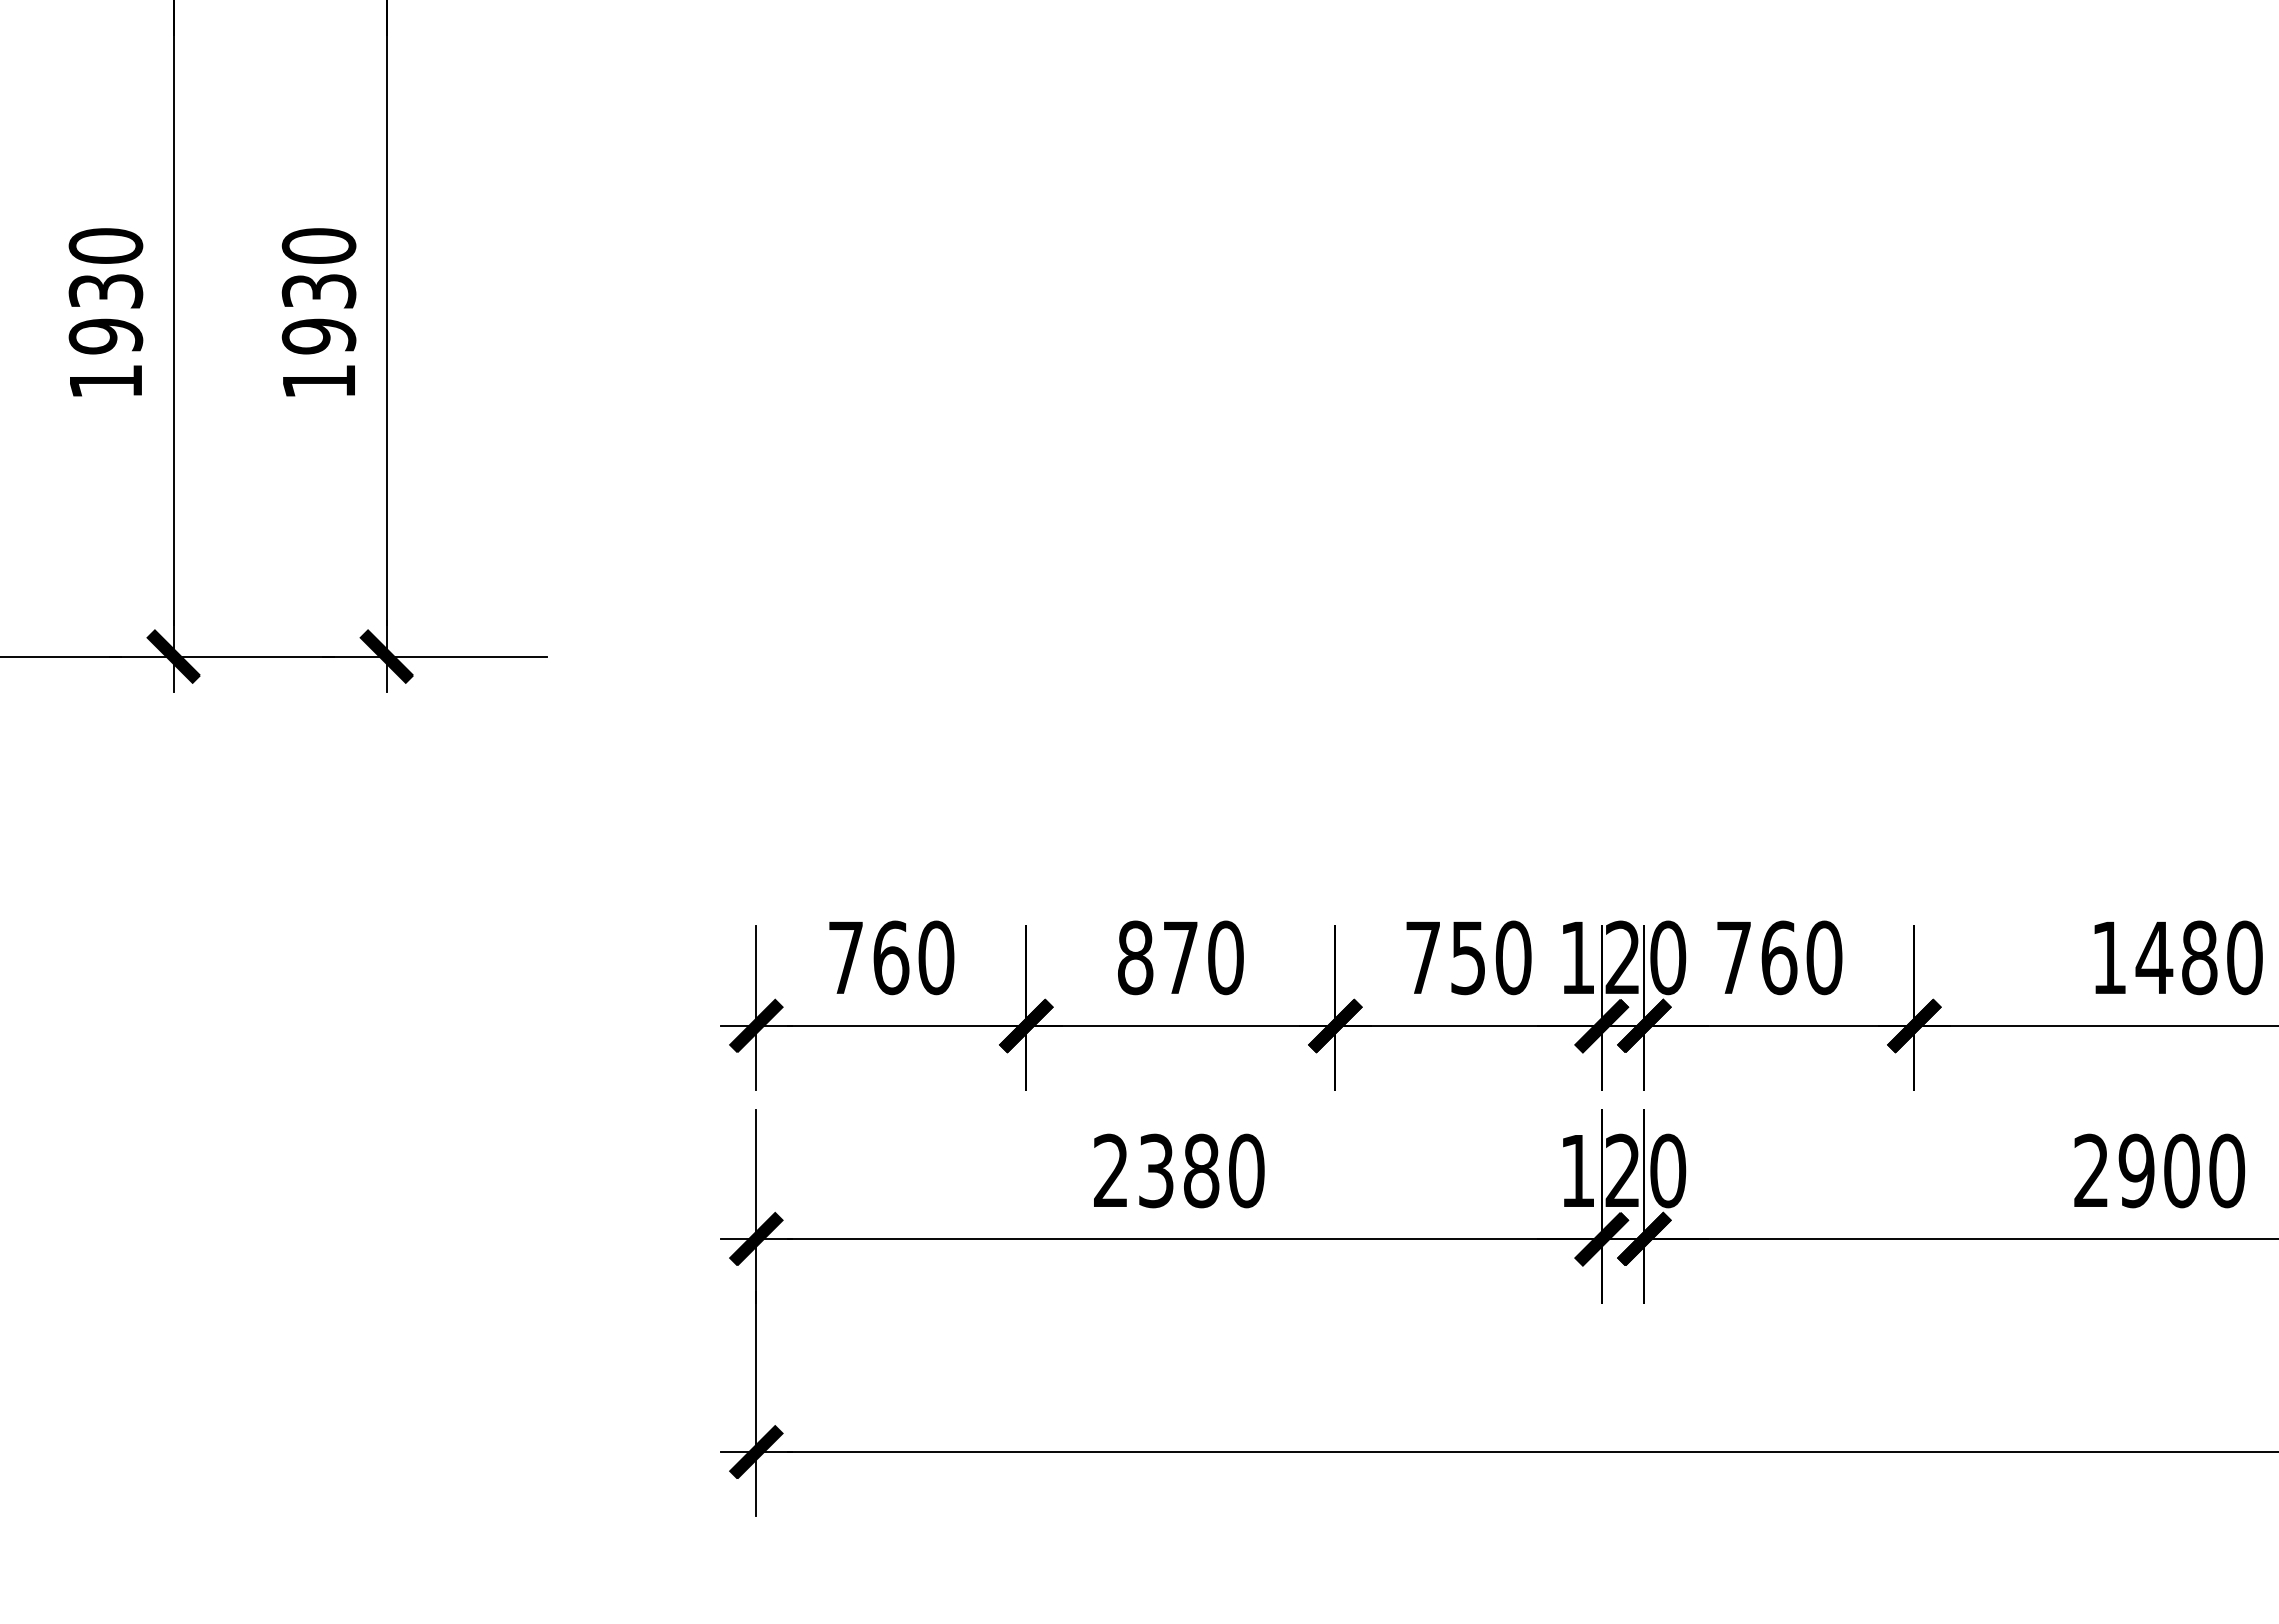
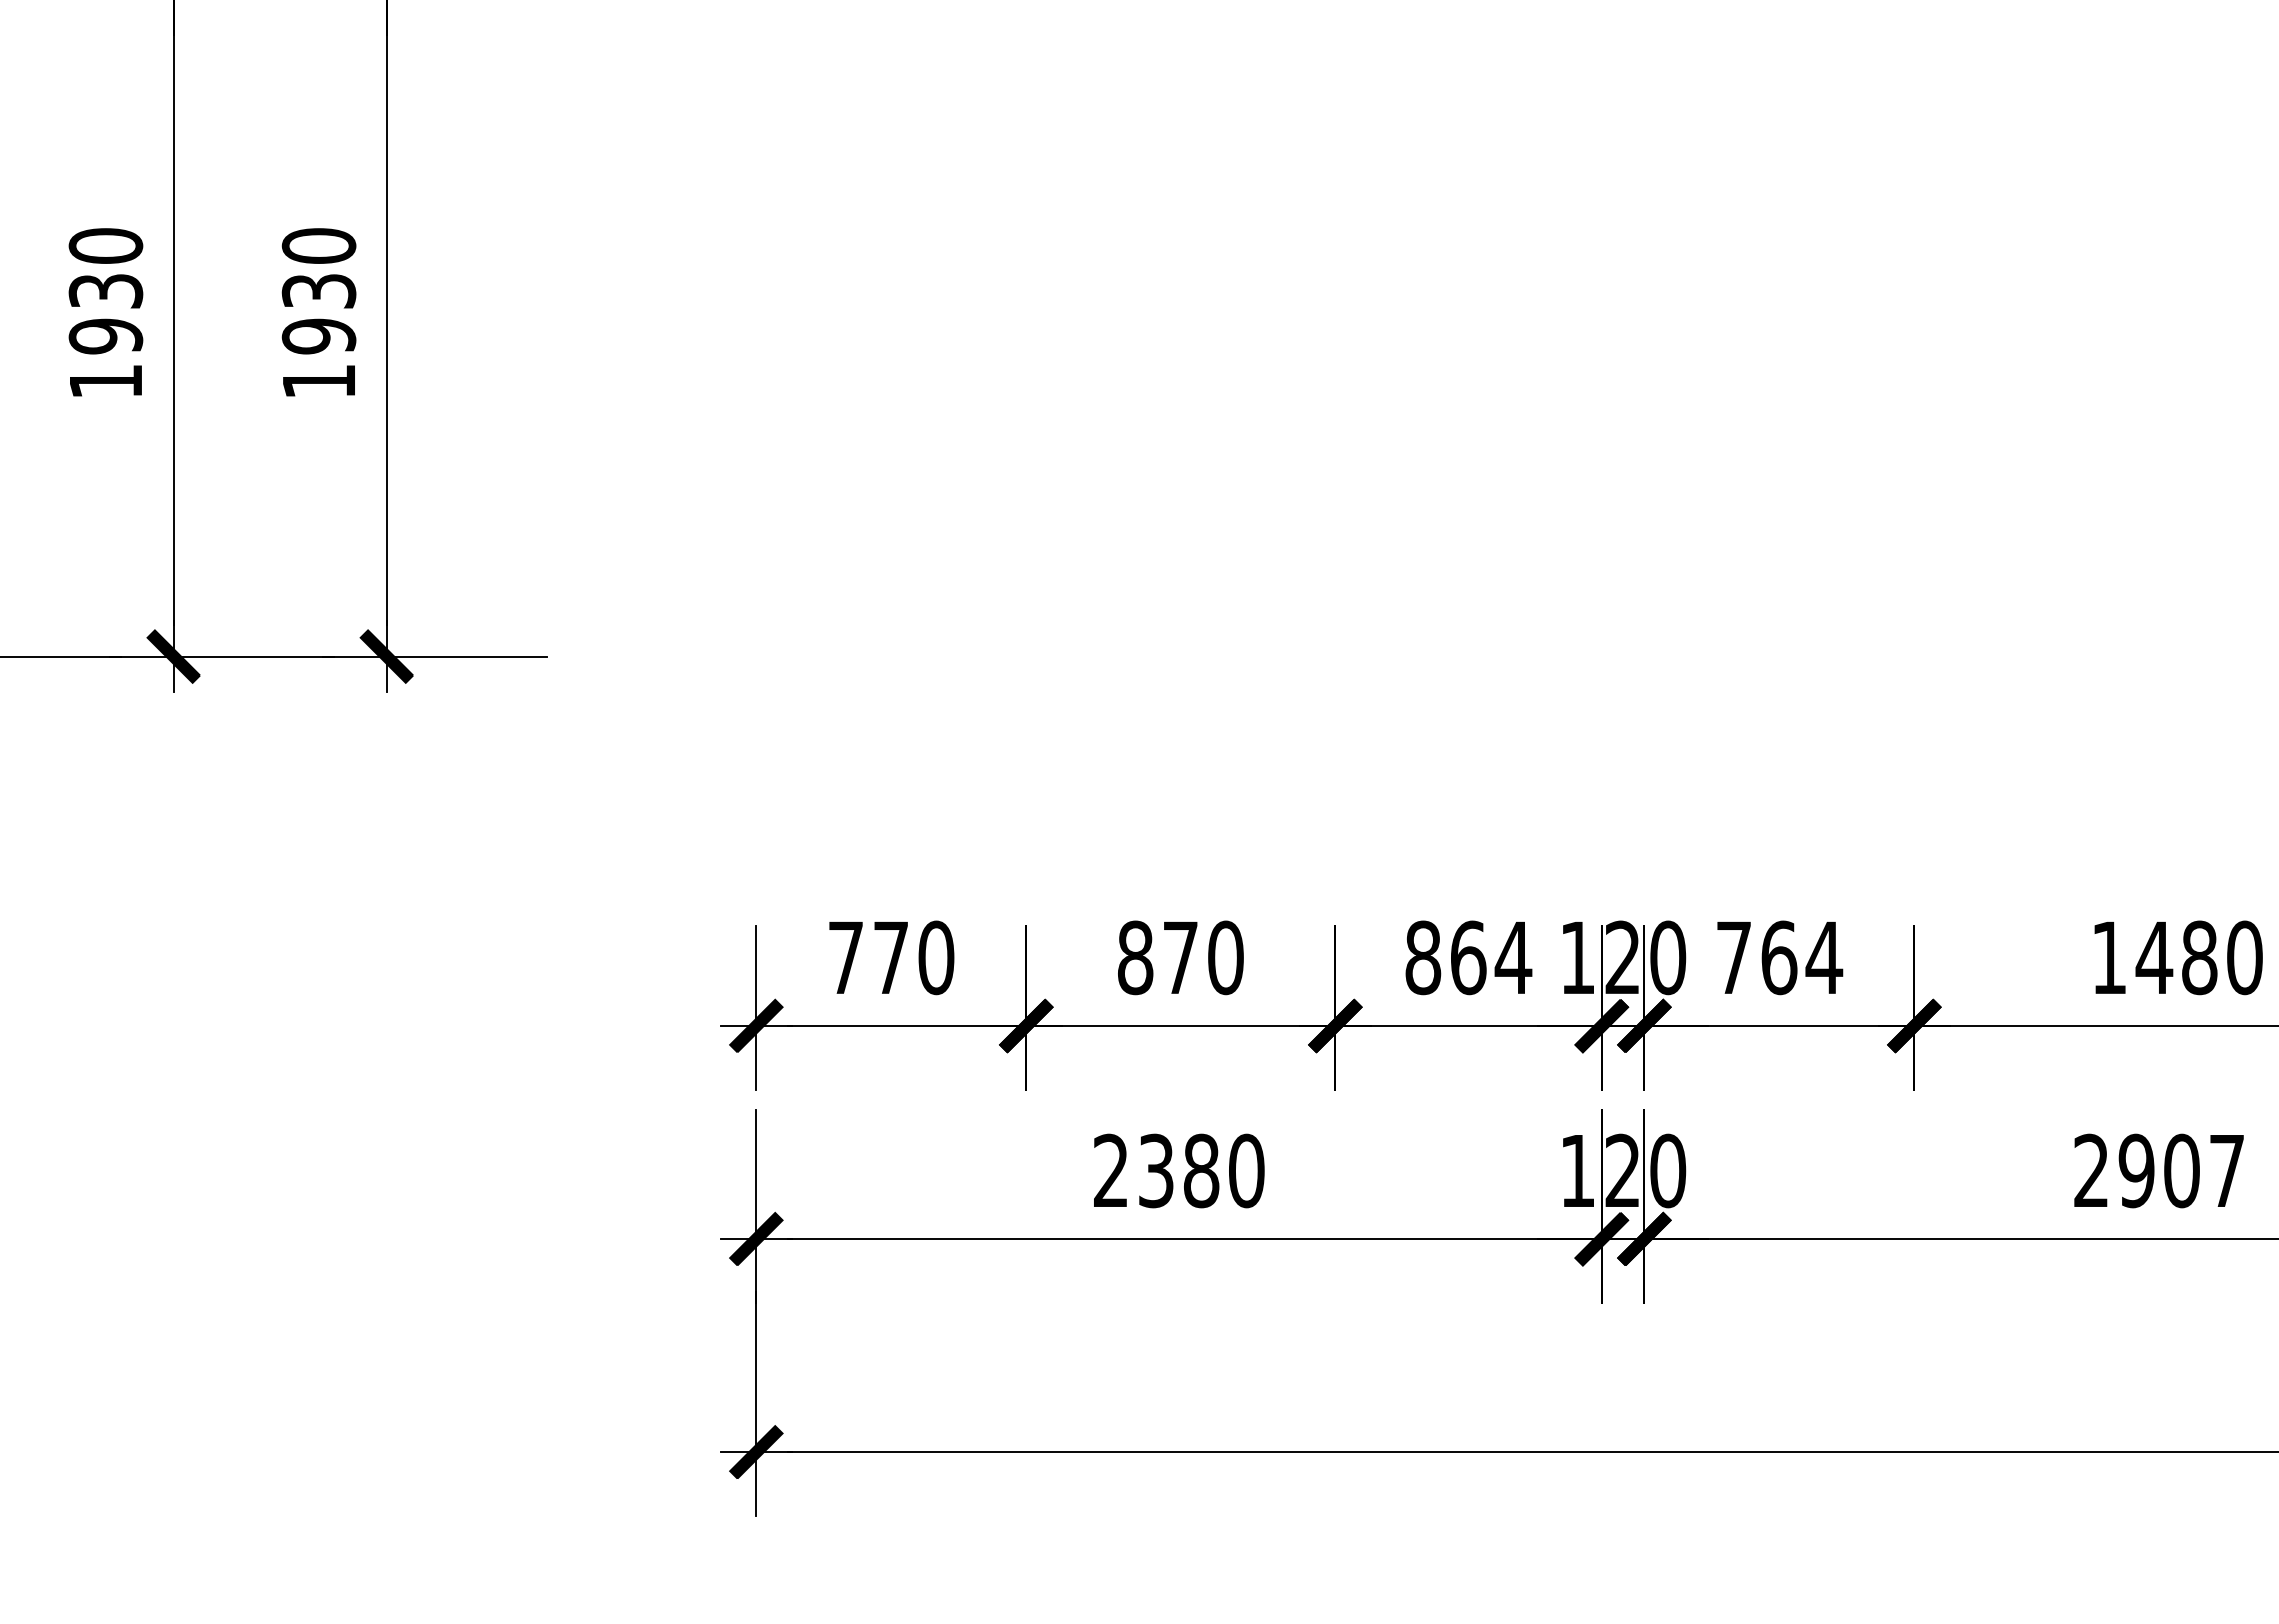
text at (891, 957): 760 -> 770
text at (1468, 957): 750 -> 864
text at (1824, 957): 760 -> 764
text at (2227, 1170): 2900 -> 2907
